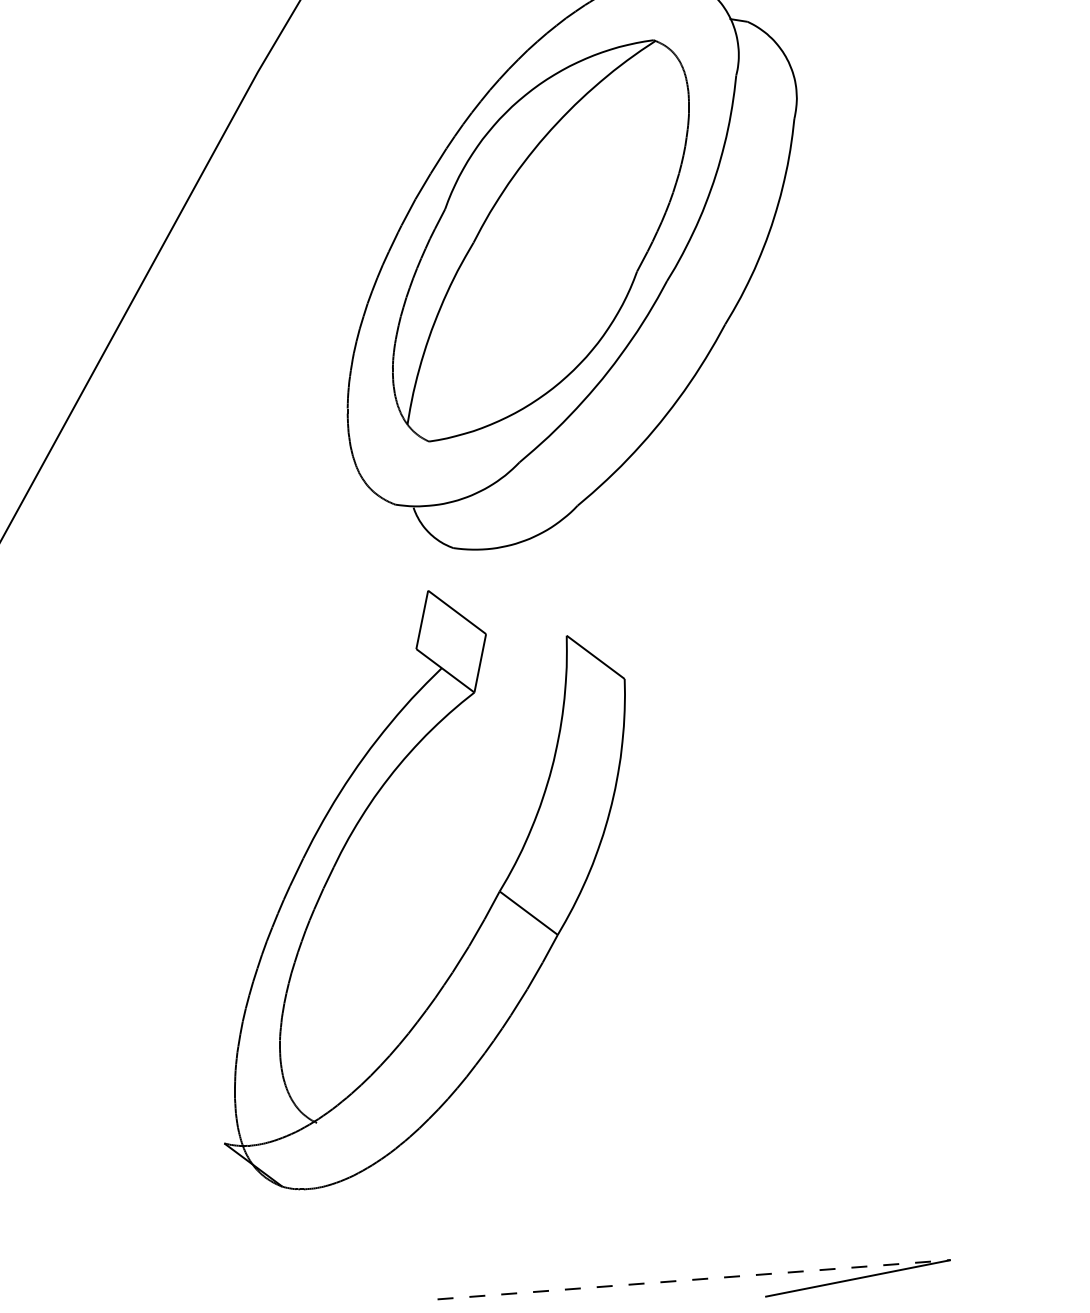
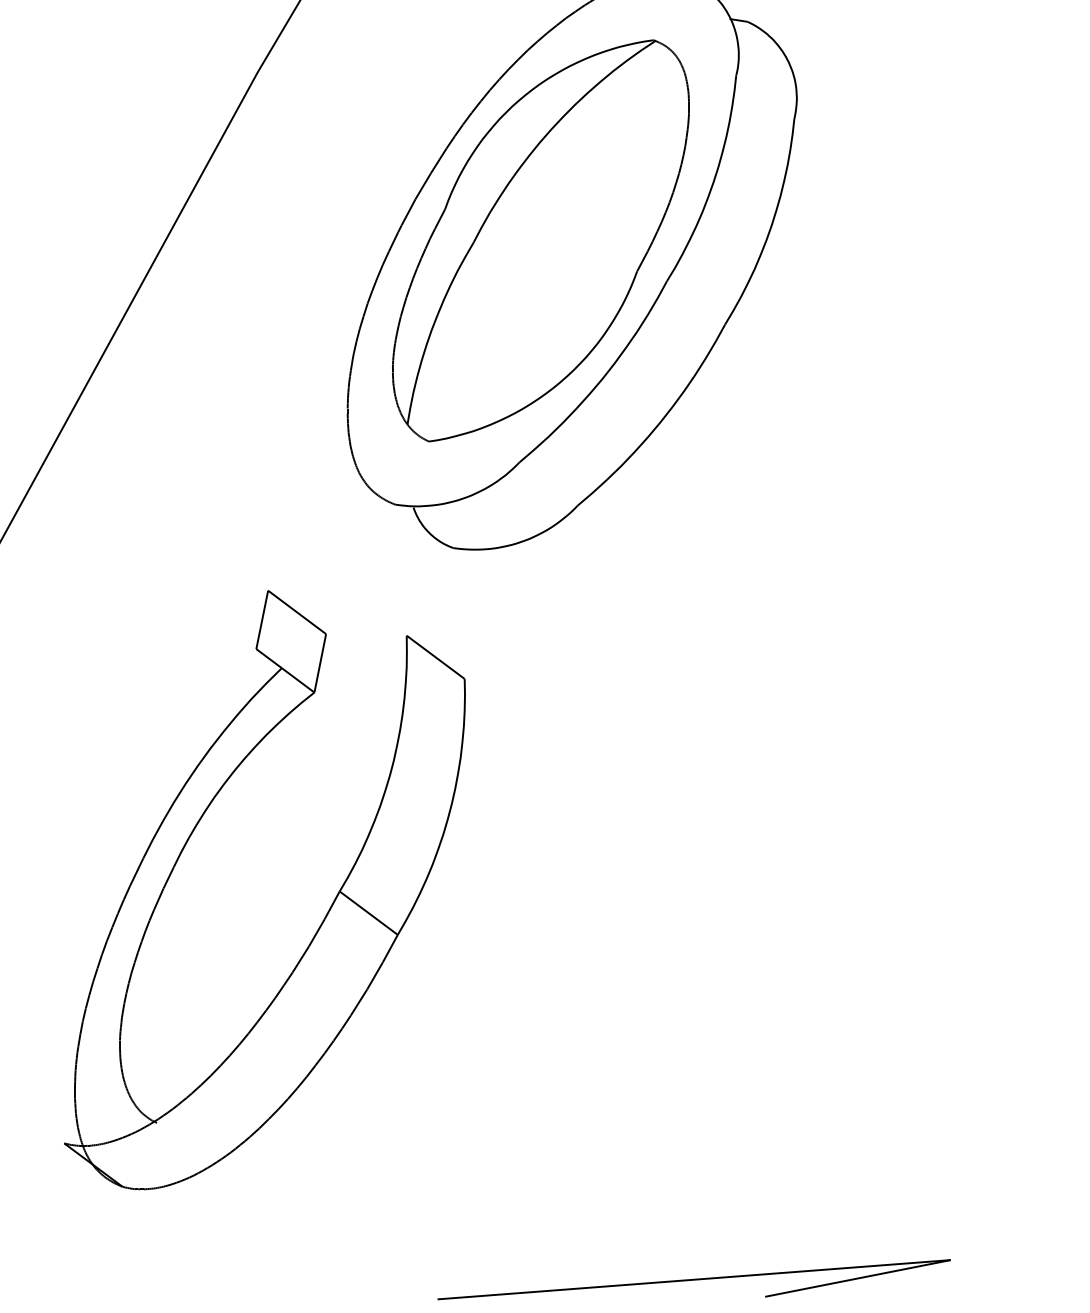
part at (482, 920) position: (482, 920) -> (322, 920)
line at (694, 1279): dashed -> solid
